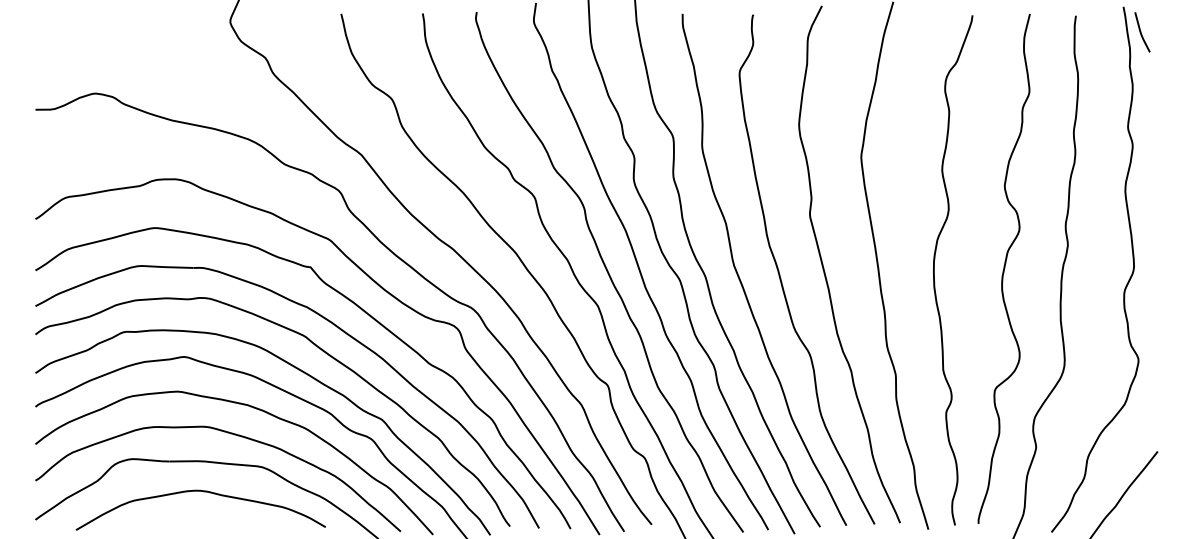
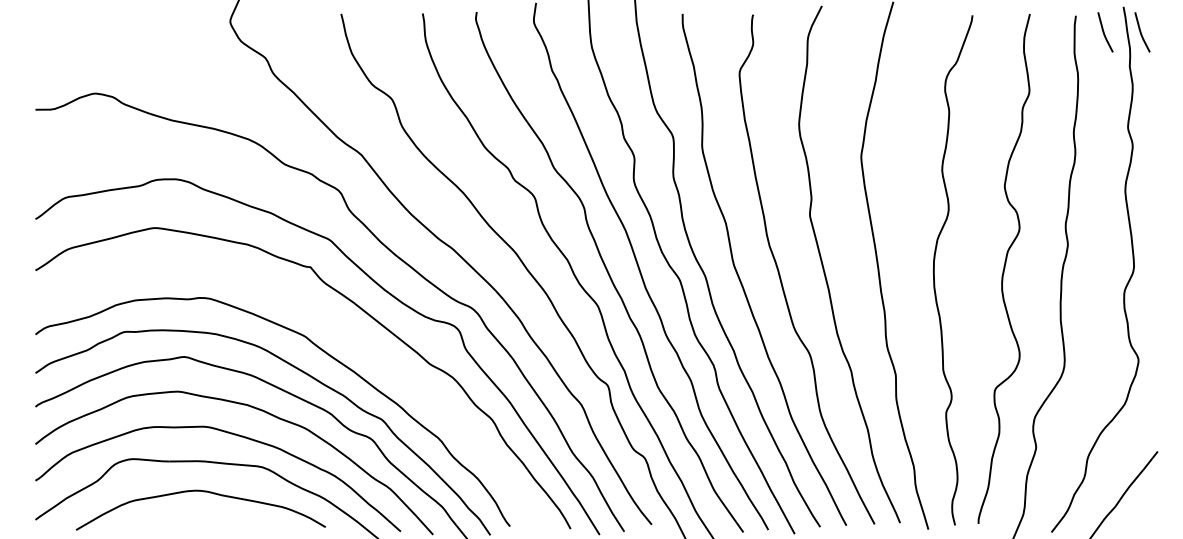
line at (1104, 32): none -> present
part at (333, 325): present -> none
